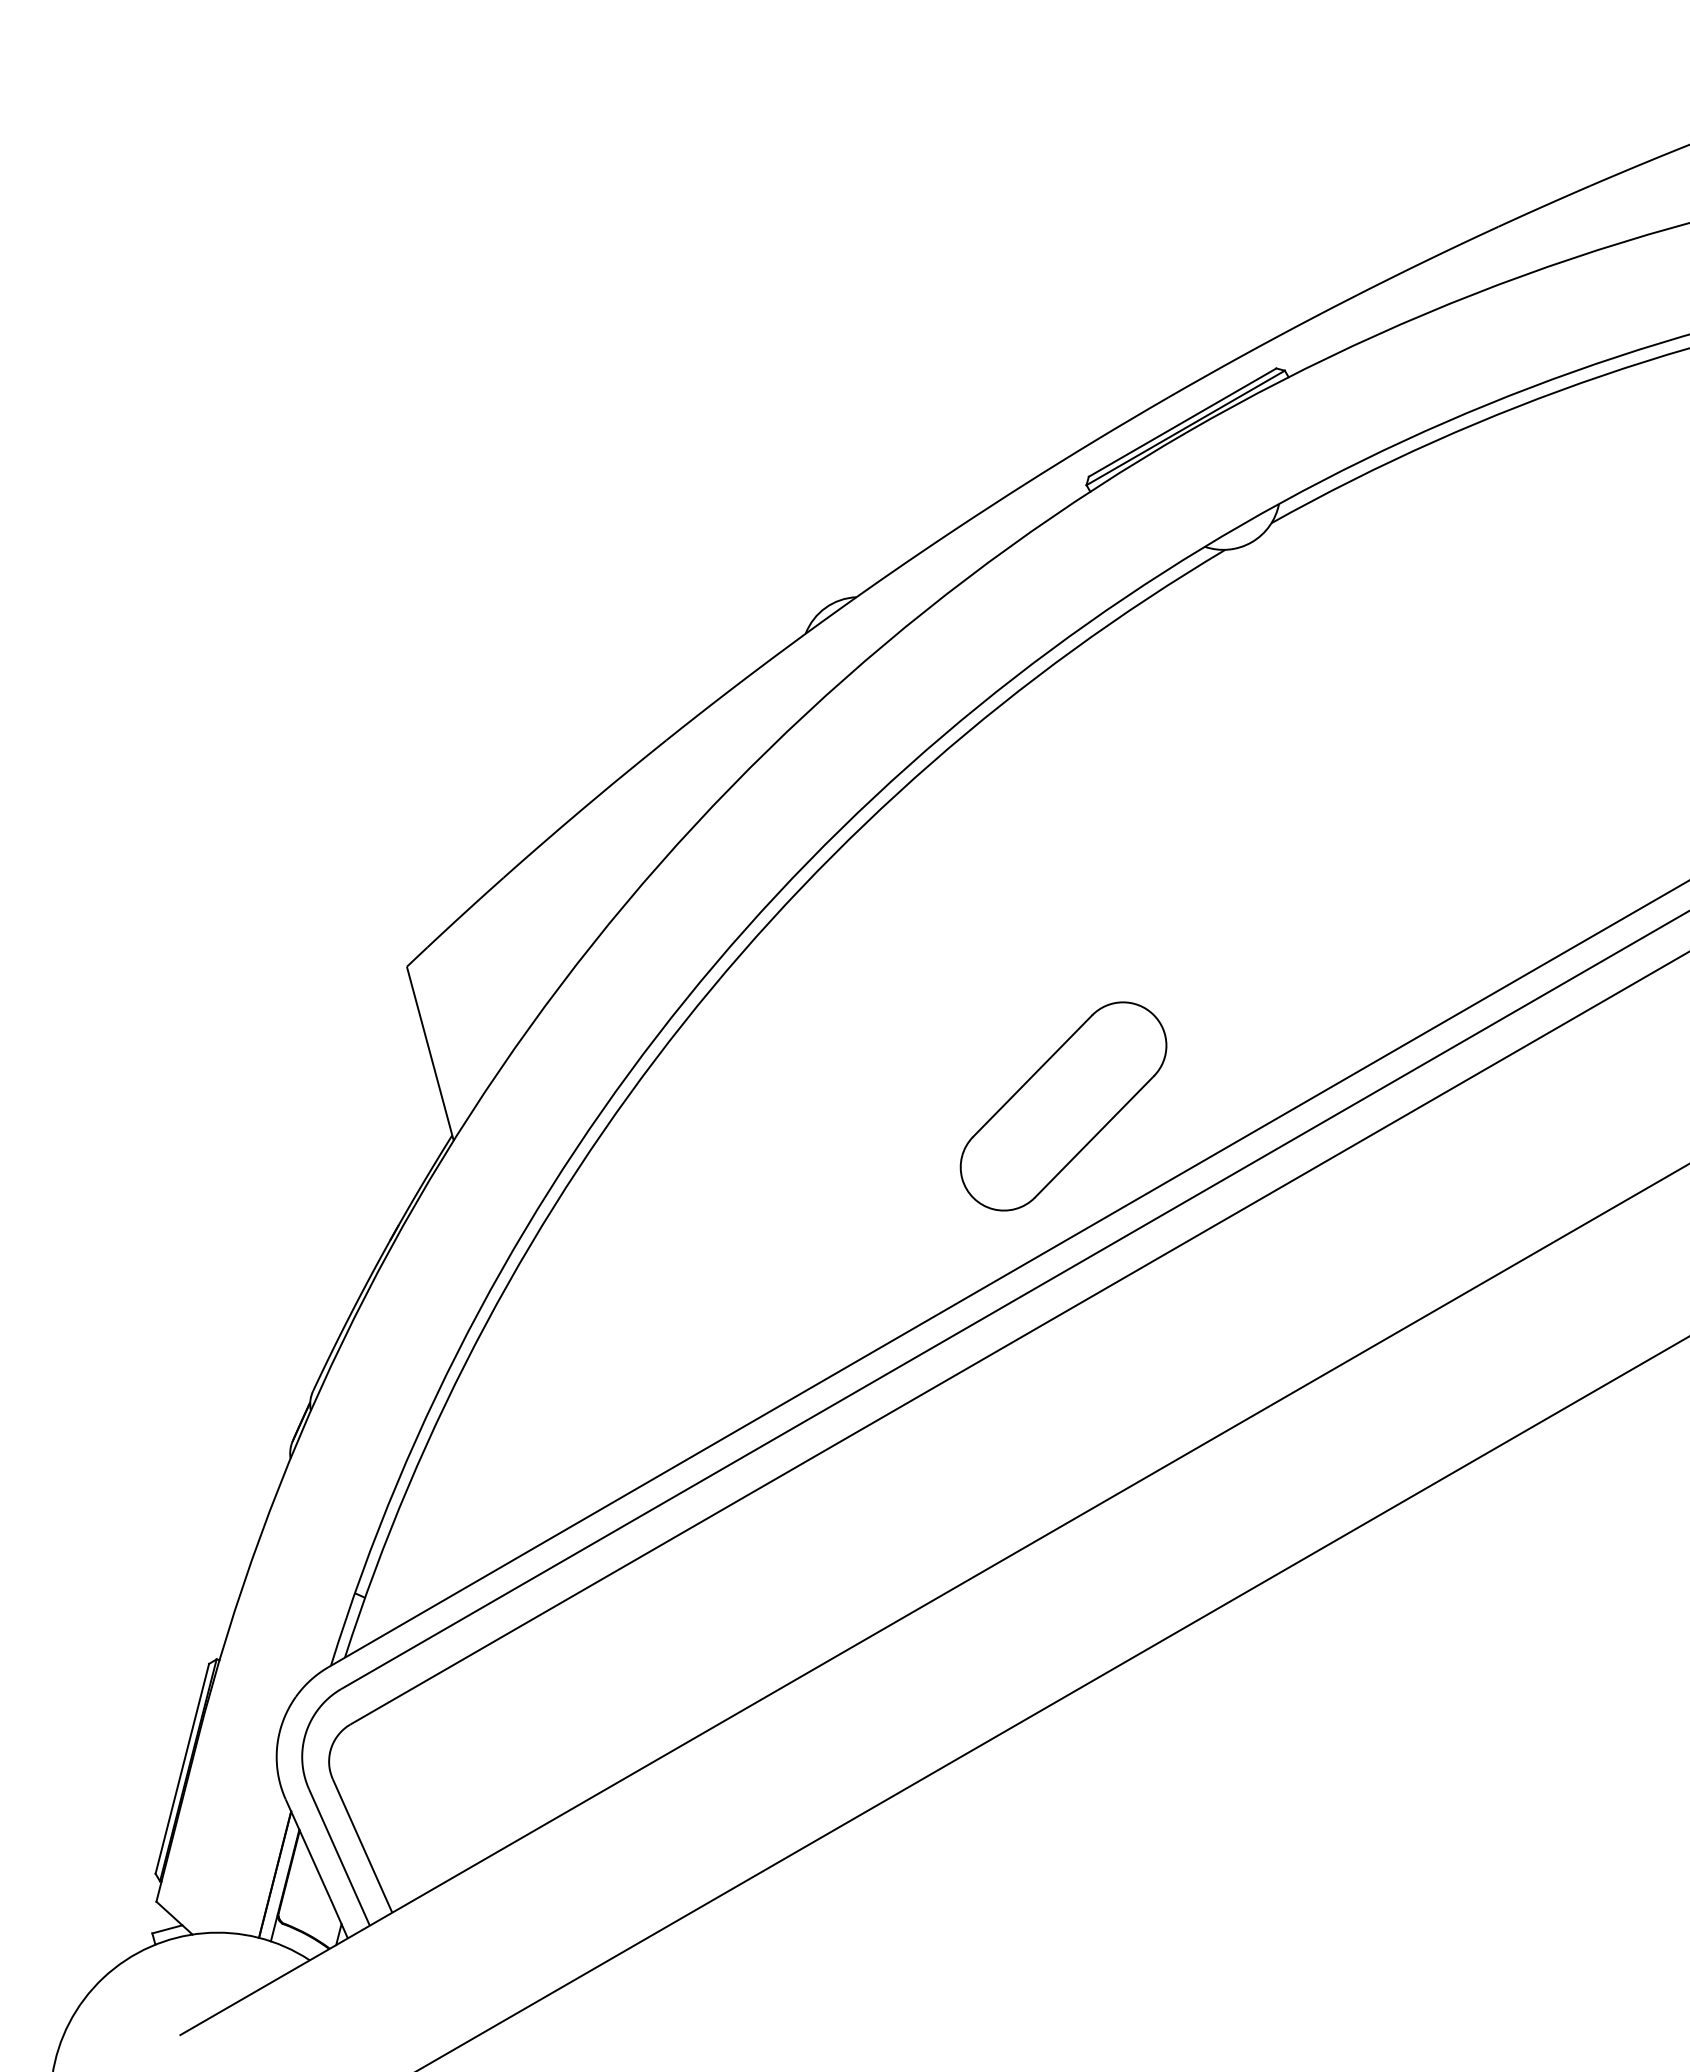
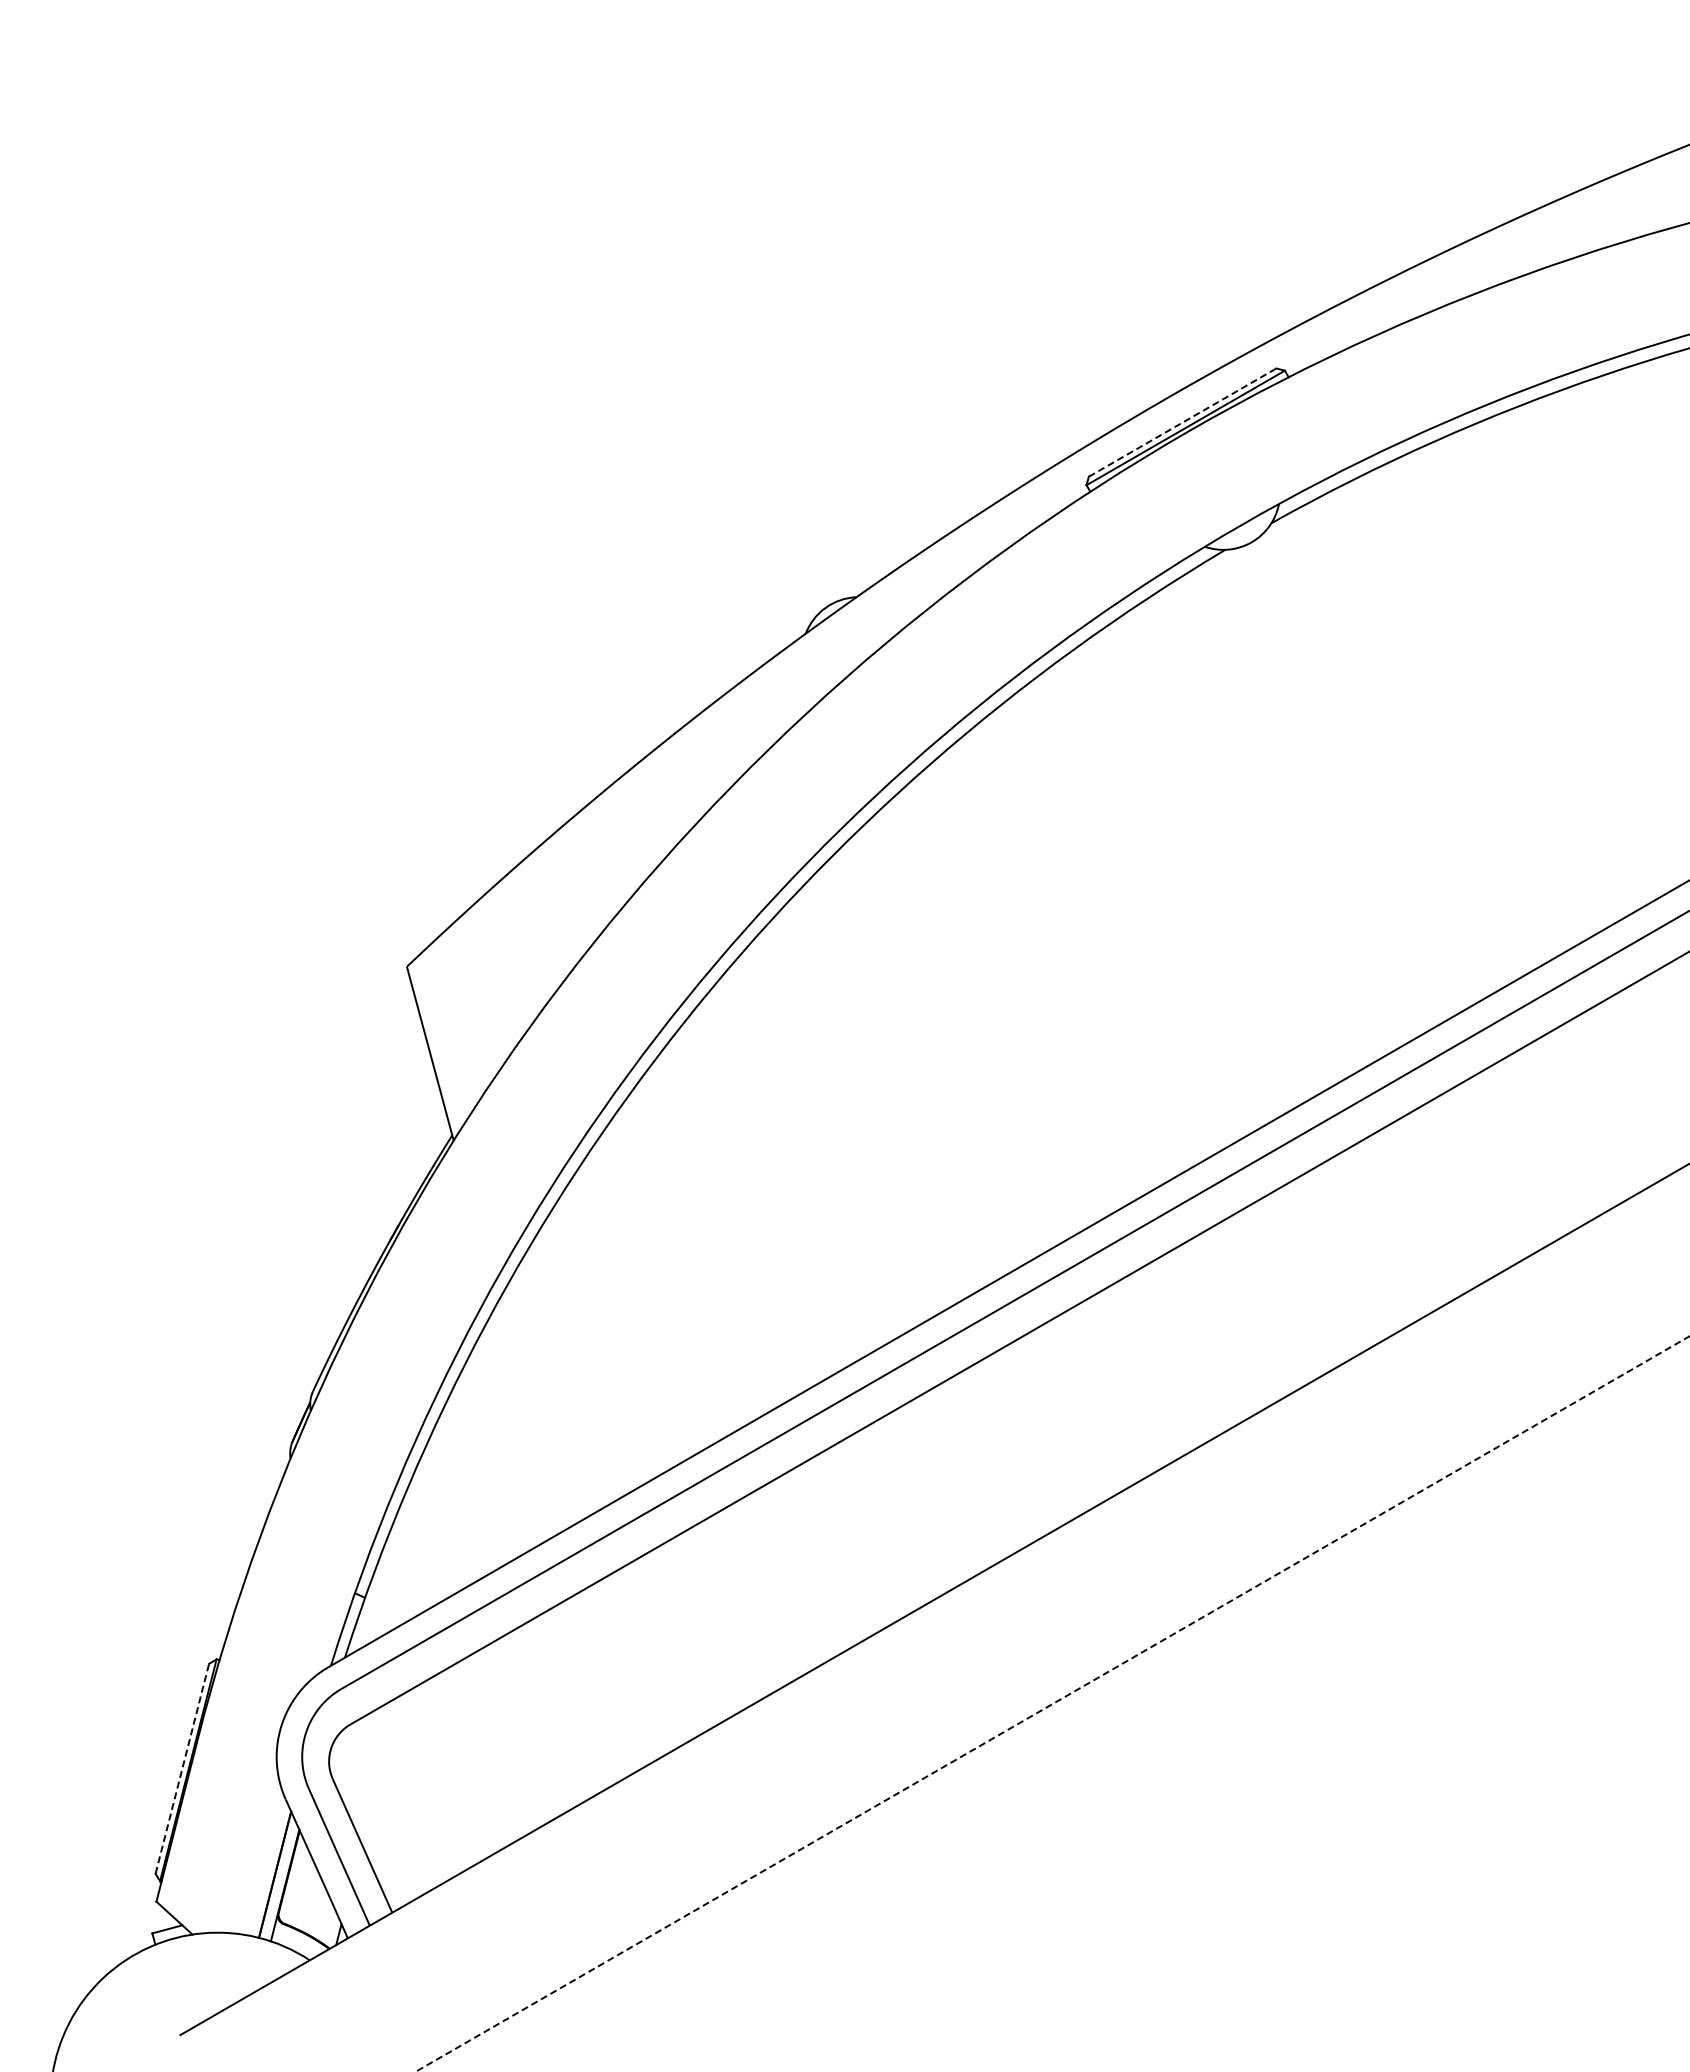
line at (1183, 422): solid -> dashed
part at (1063, 1106): present -> none
line at (1053, 1703): solid -> dashed
line at (182, 1768): solid -> dashed
